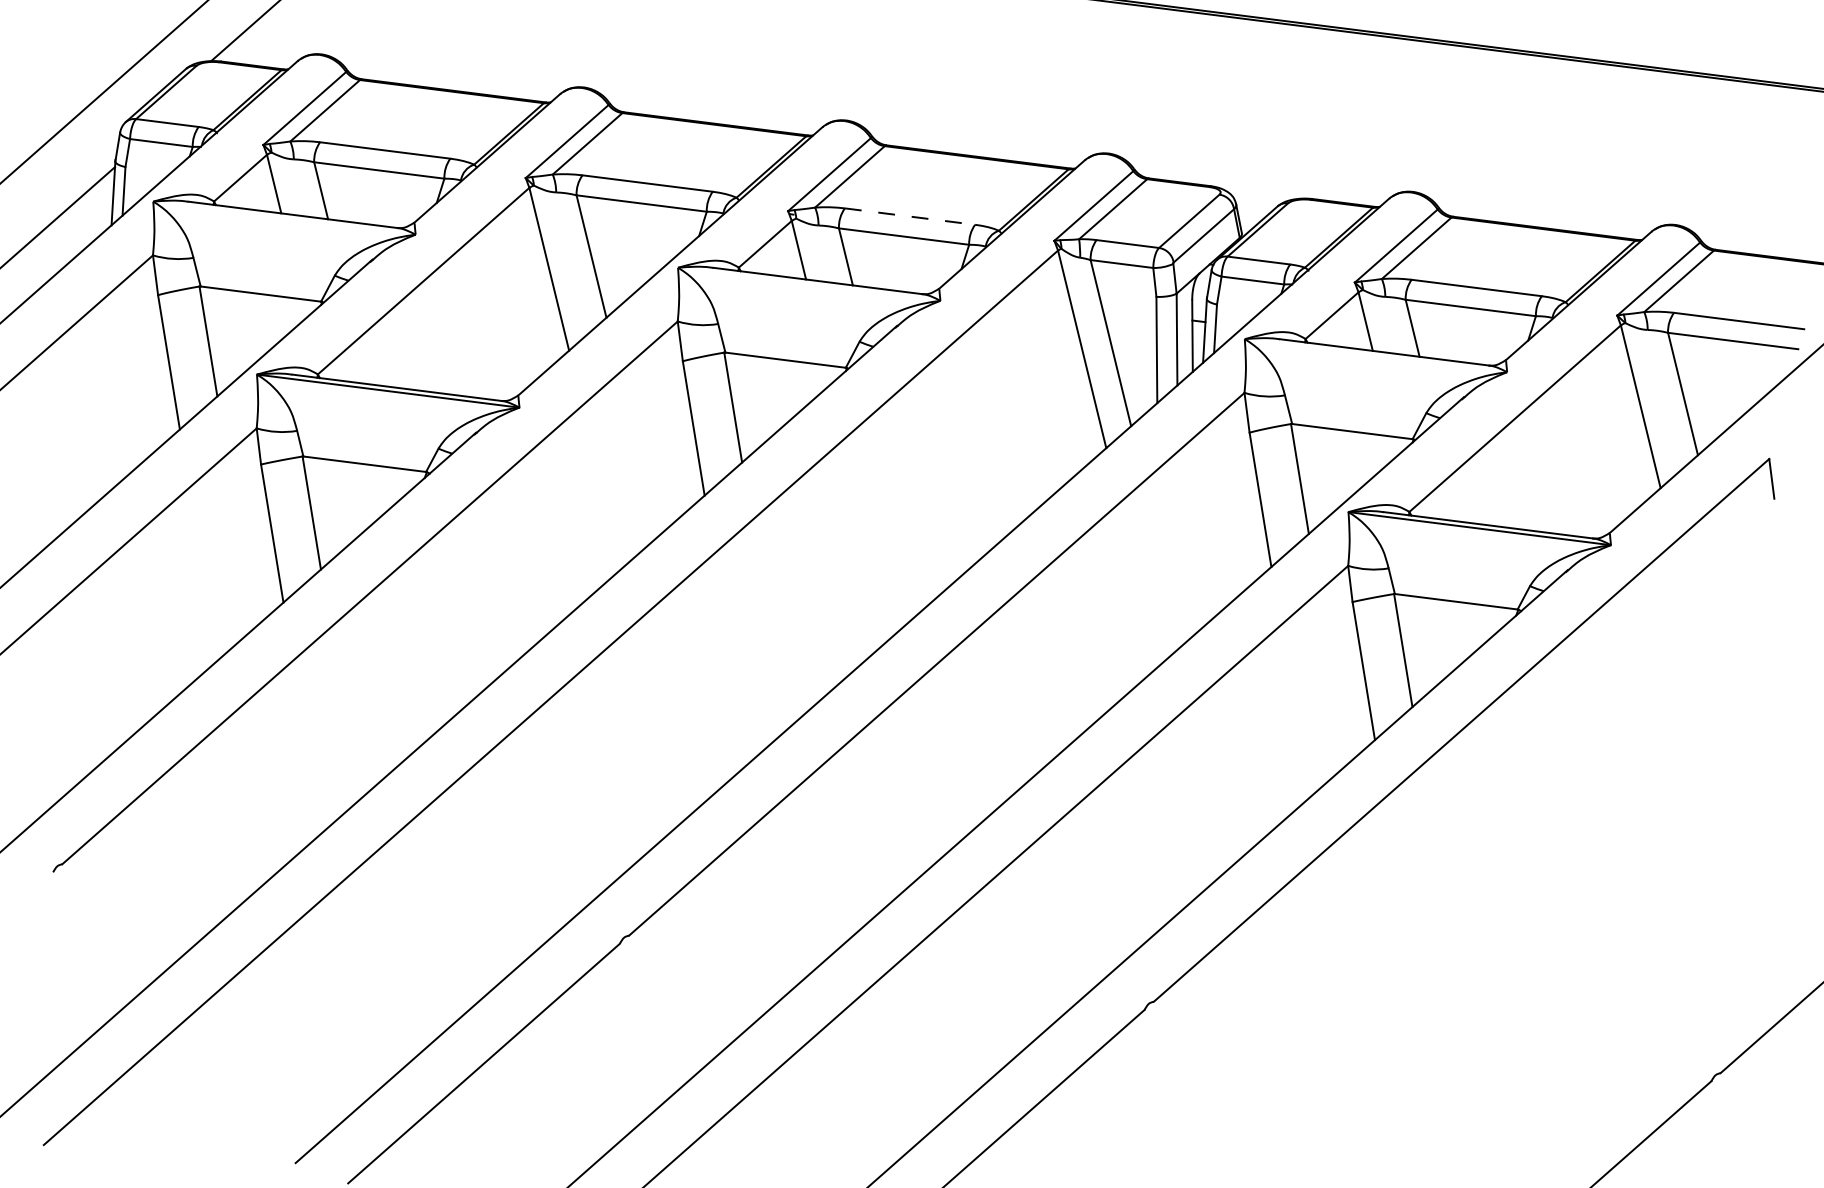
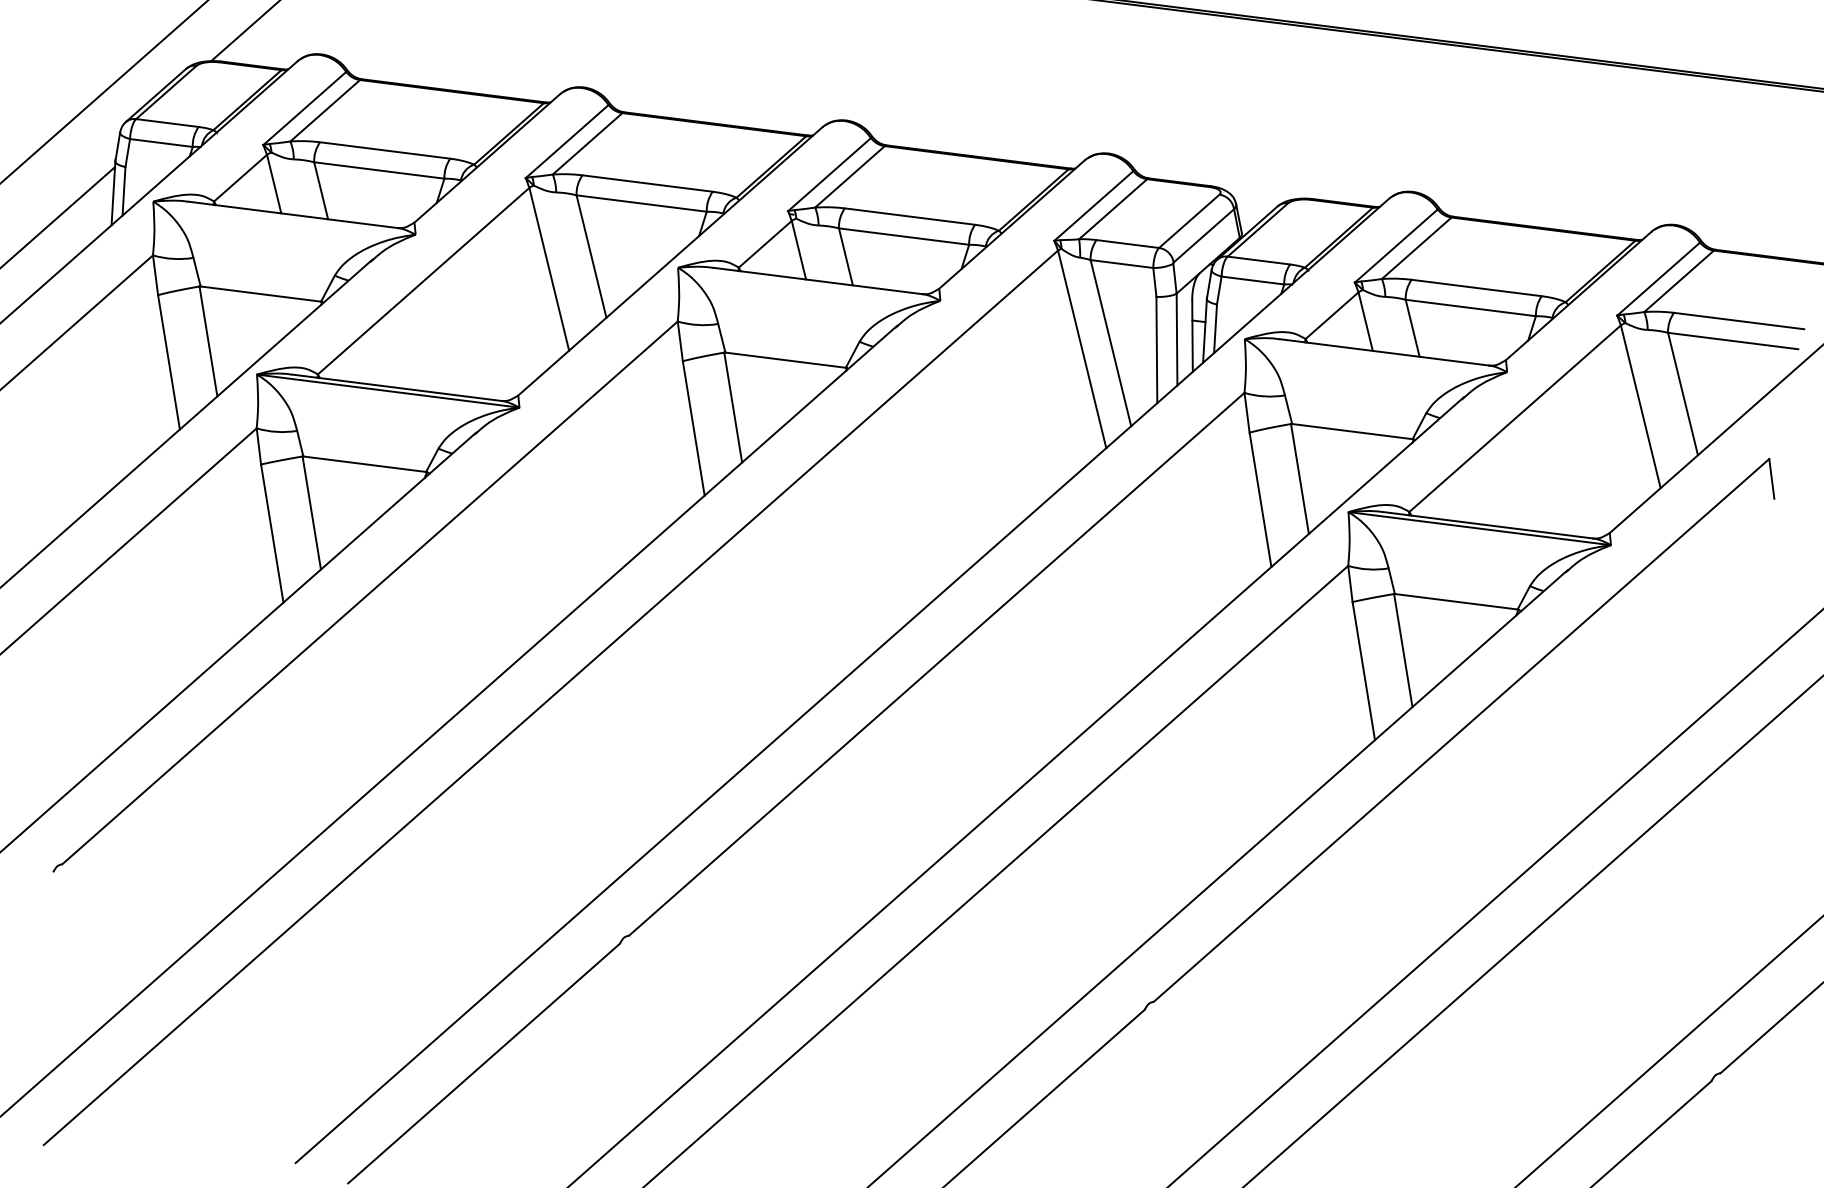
line at (910, 216): dashed -> solid
line at (1495, 897): none -> present
line at (1533, 930): none -> present
line at (1669, 1051): none -> present
